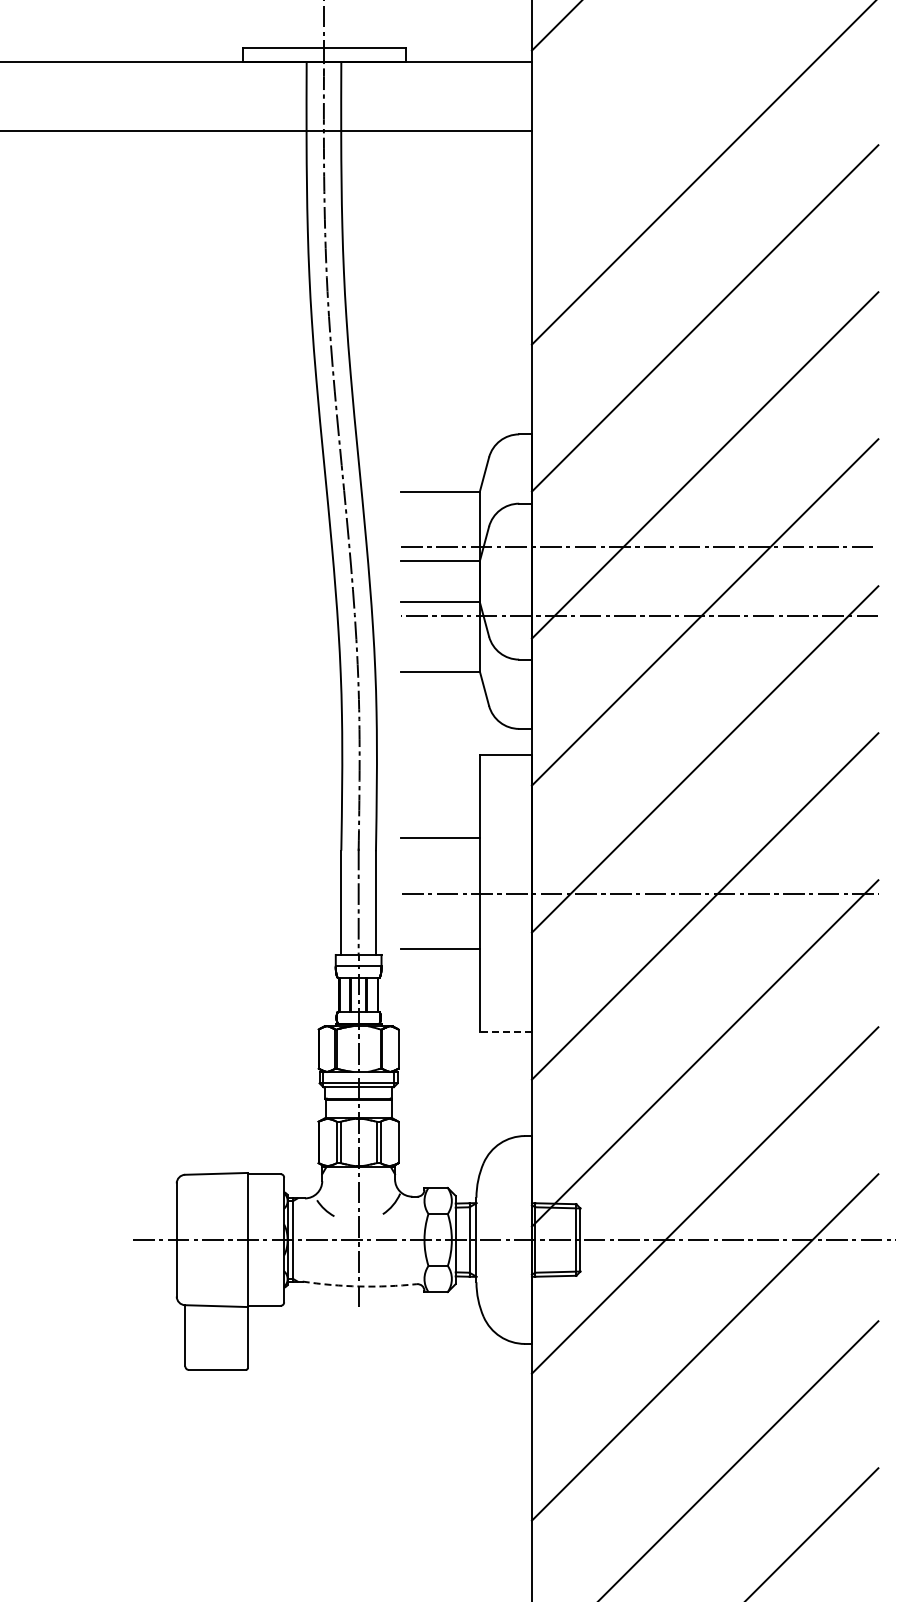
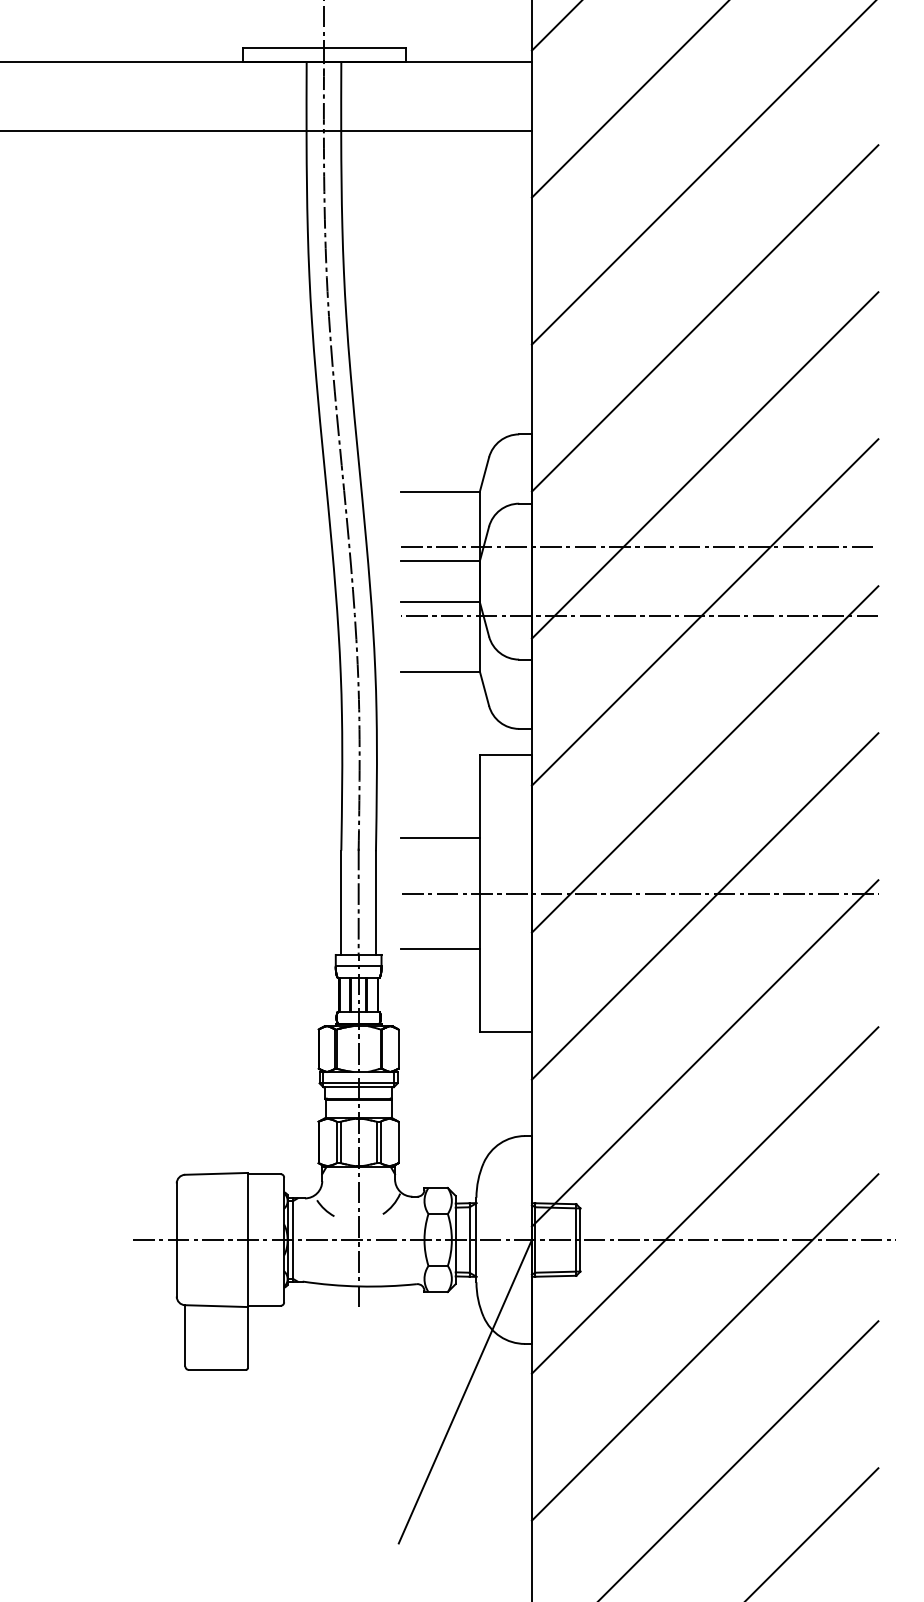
line at (629, 99): none -> present
line at (505, 1032): dashed -> solid
arc at (359, 1286): dashed -> solid
line at (464, 1391): none -> present
